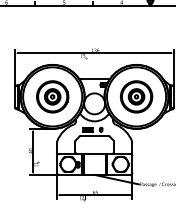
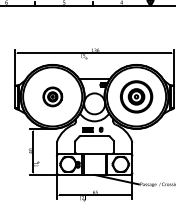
part at (52, 96) size: 34x34 px -> 22x22 px
